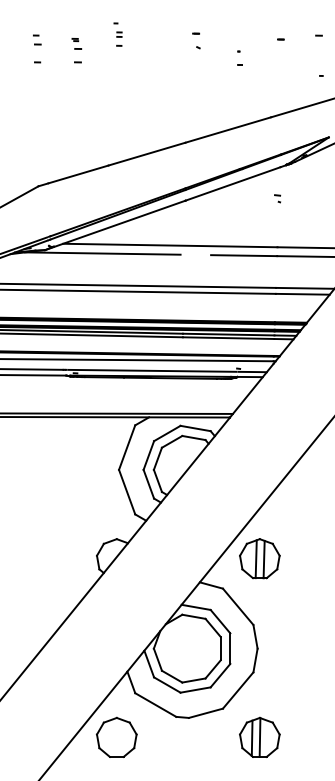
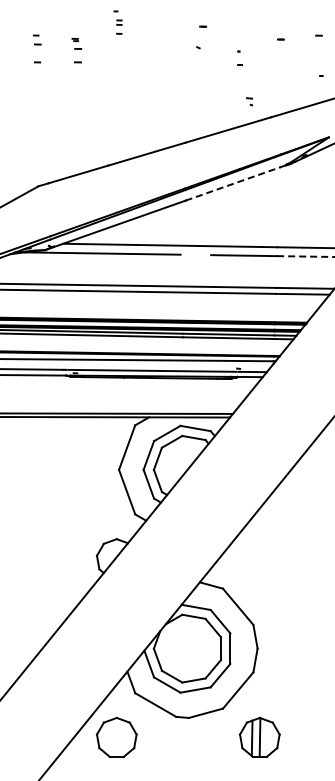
part at (196, 33) position: (196, 33) -> (203, 26)
part at (117, 34) position: (117, 34) -> (117, 22)
line at (233, 183): solid -> dashed
part at (277, 198) position: (277, 198) -> (249, 101)
line at (306, 256): solid -> dashed
part at (259, 558): present -> none
